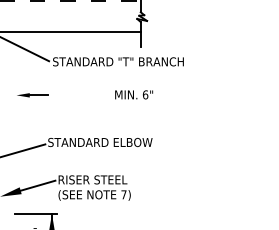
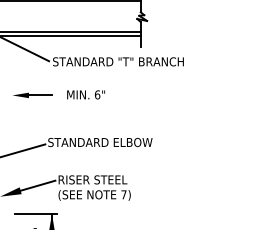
line at (70, 1): dashed -> solid
line at (71, 36): none -> present
text at (134, 94) position: (134, 94) -> (86, 94)
part at (32, 95) size: 32x5 px -> 40x6 px
